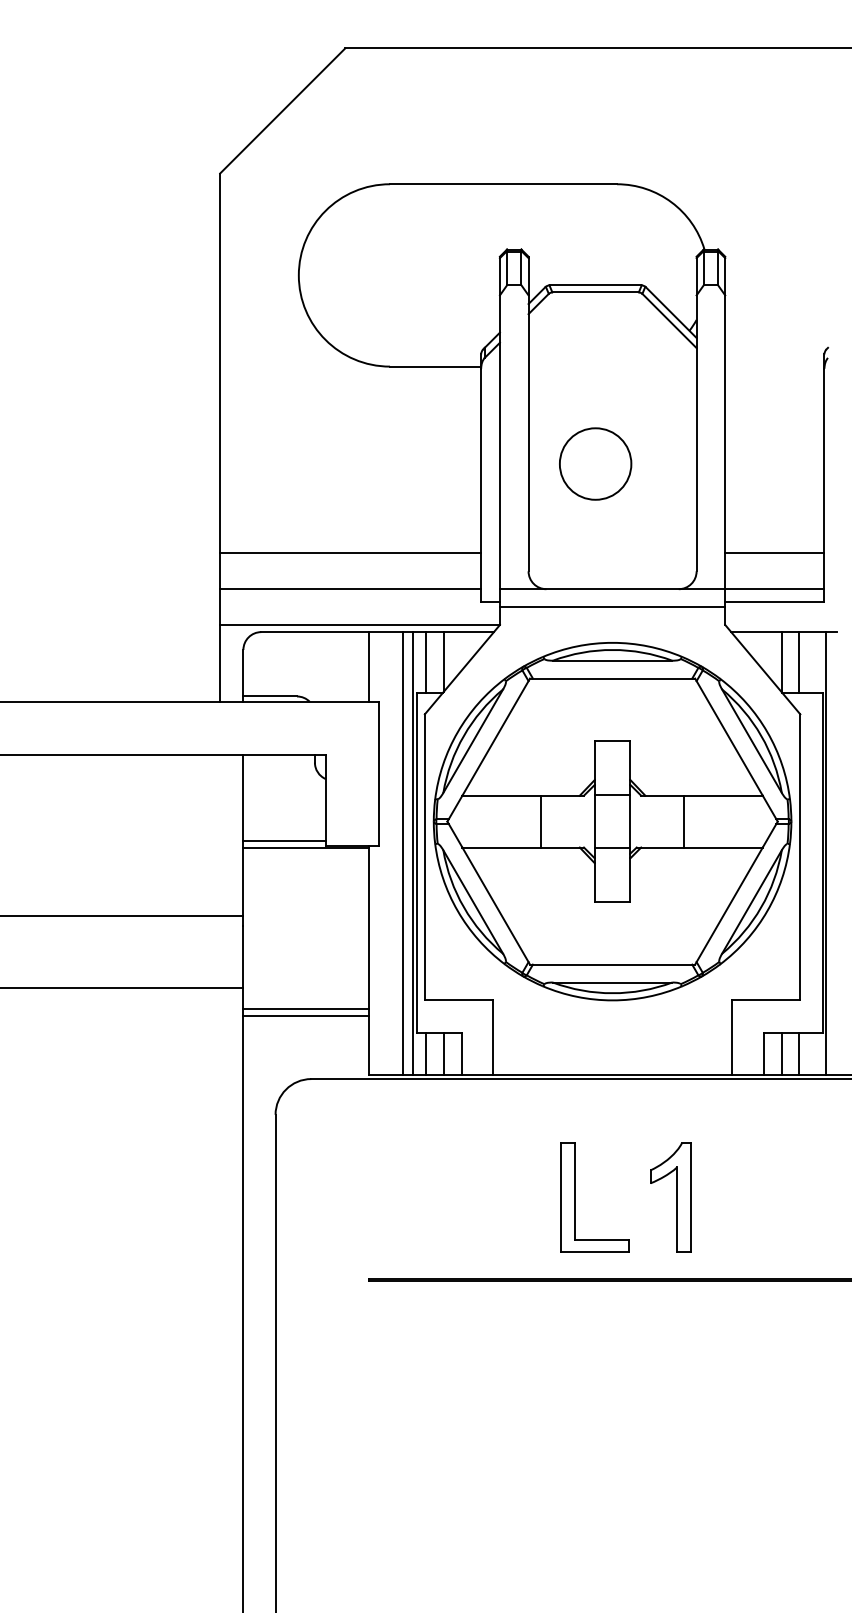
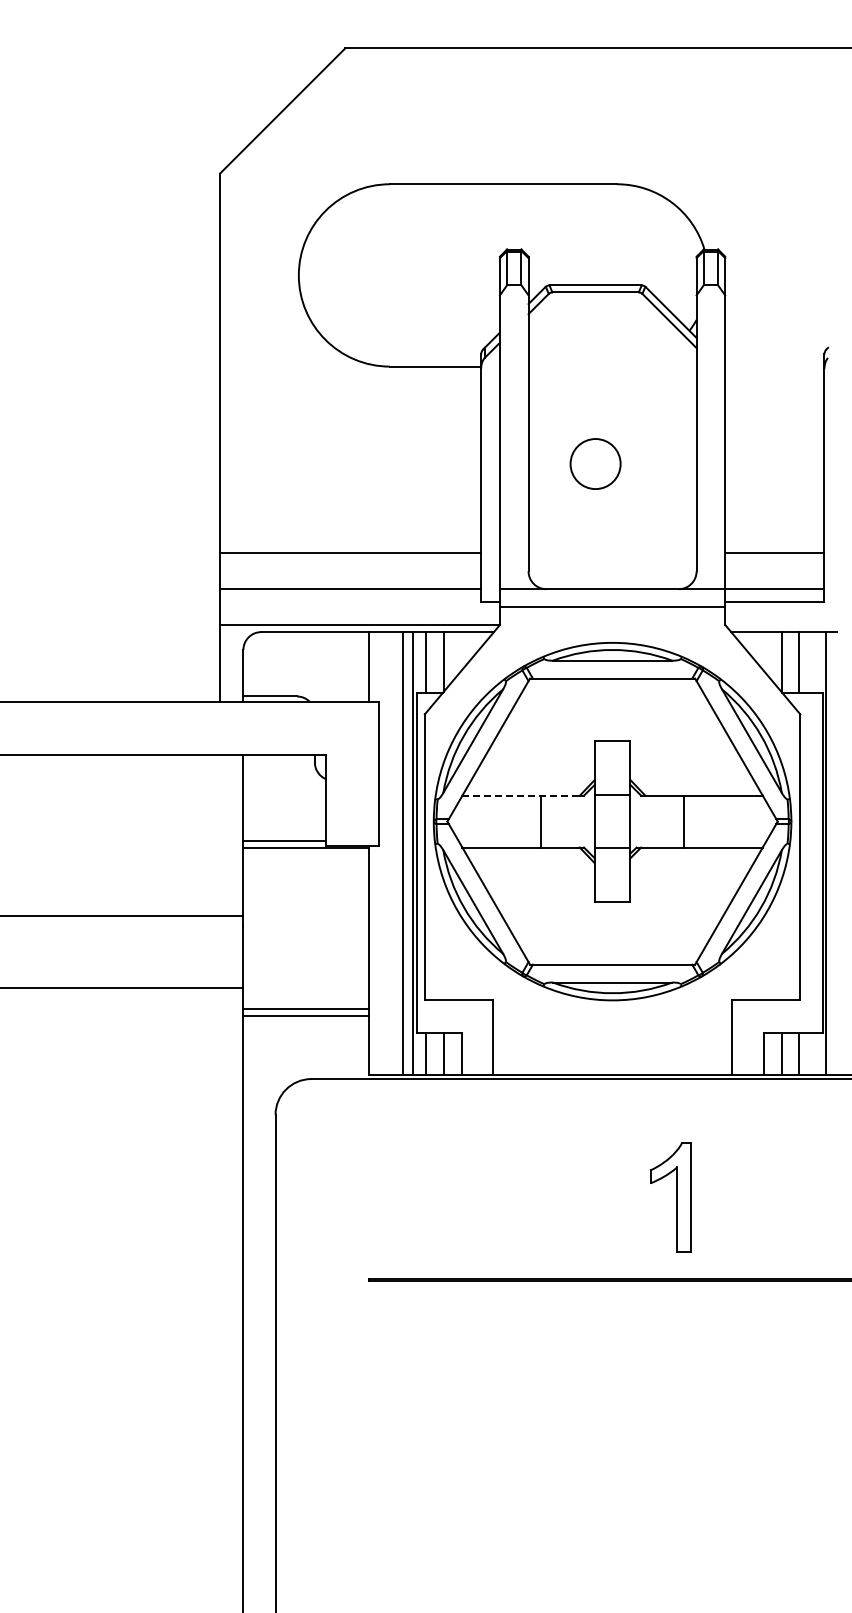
circle at (595, 463) diameter: 72 px -> 50 px
line at (521, 795): solid -> dashed
part at (575, 1197): present -> none
